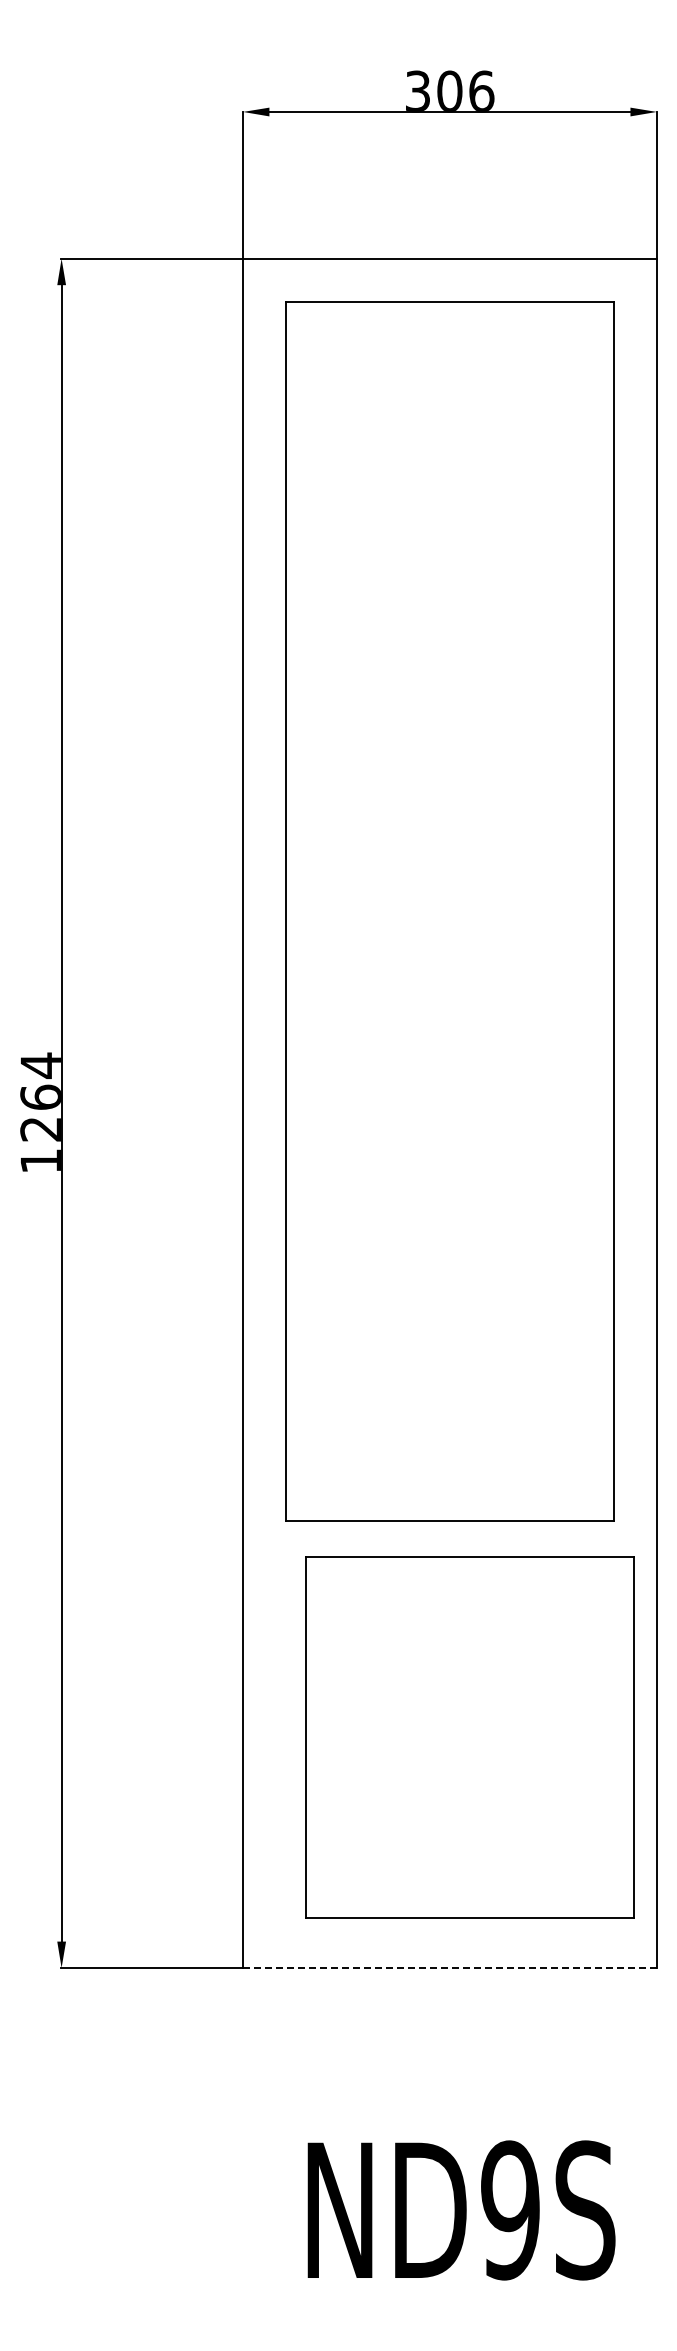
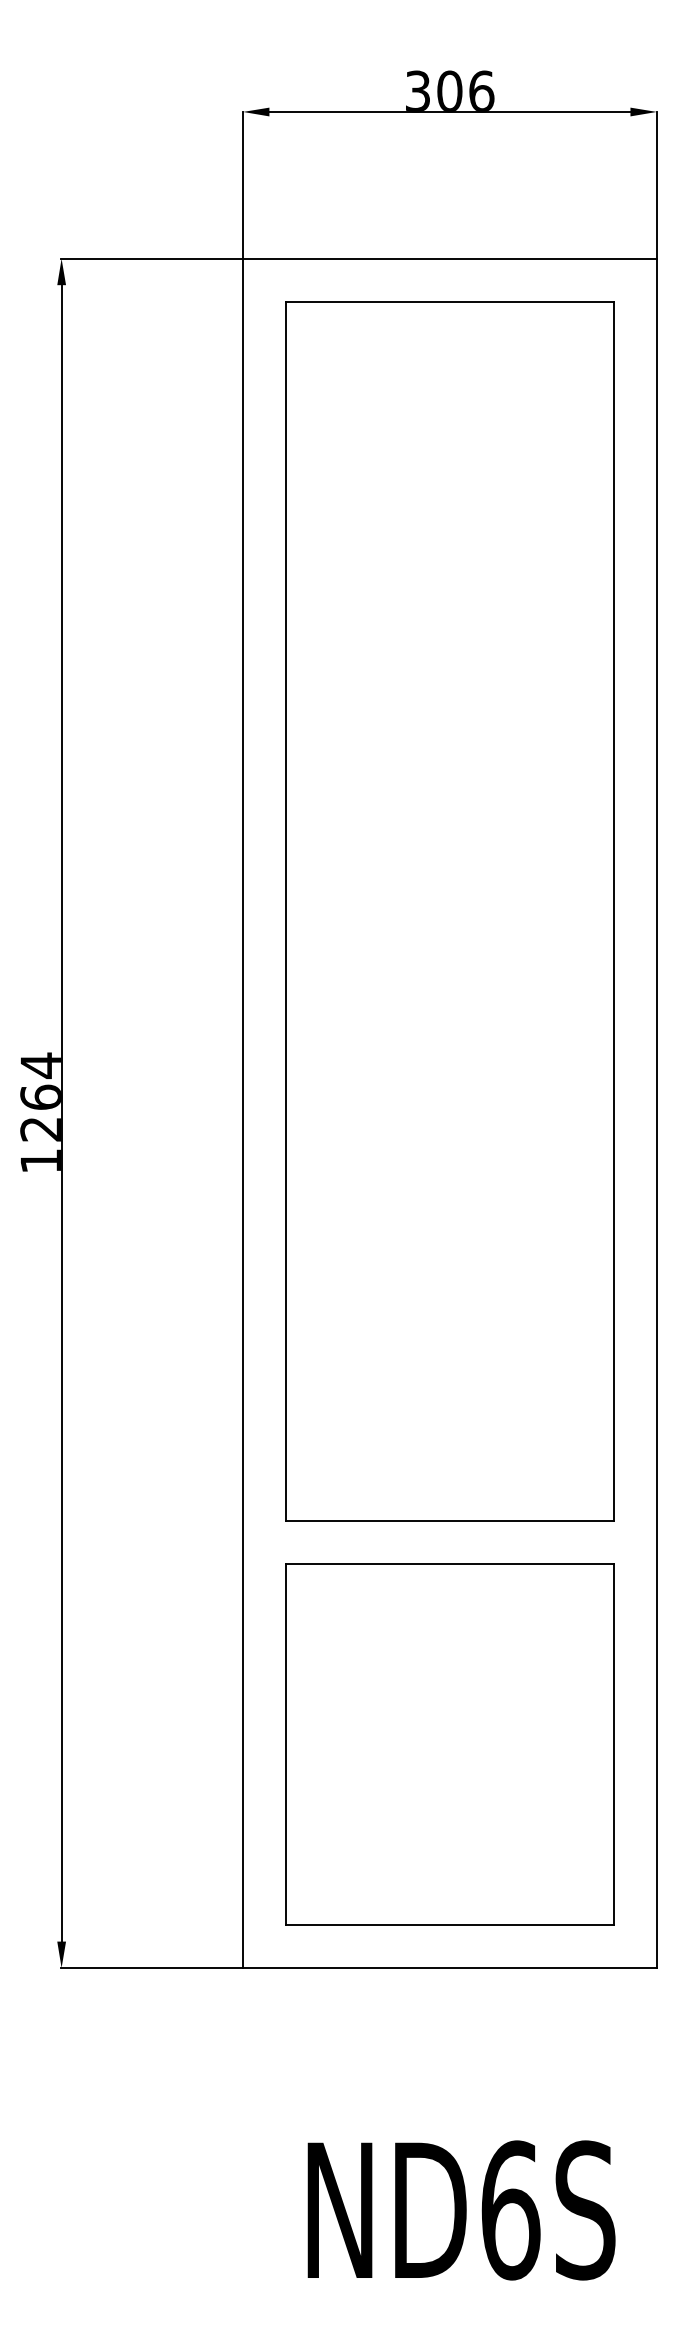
part at (469, 1737) position: (469, 1737) -> (449, 1744)
line at (449, 1967): dashed -> solid
text at (510, 2210): ND9S -> ND6S
